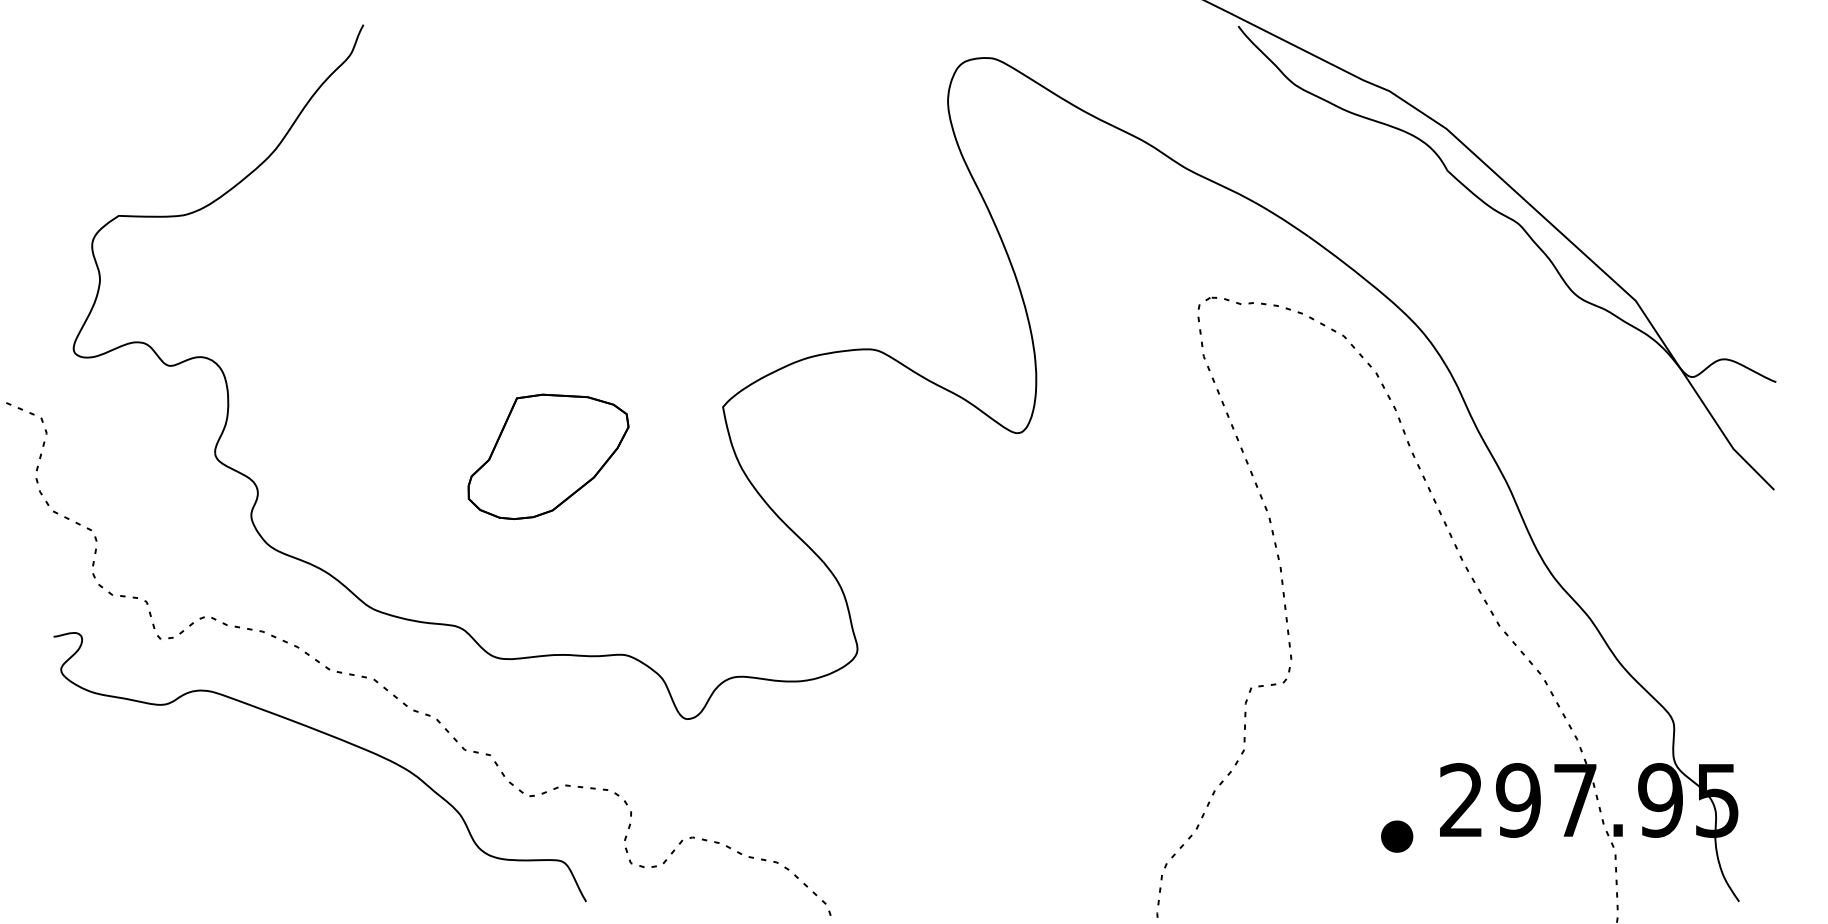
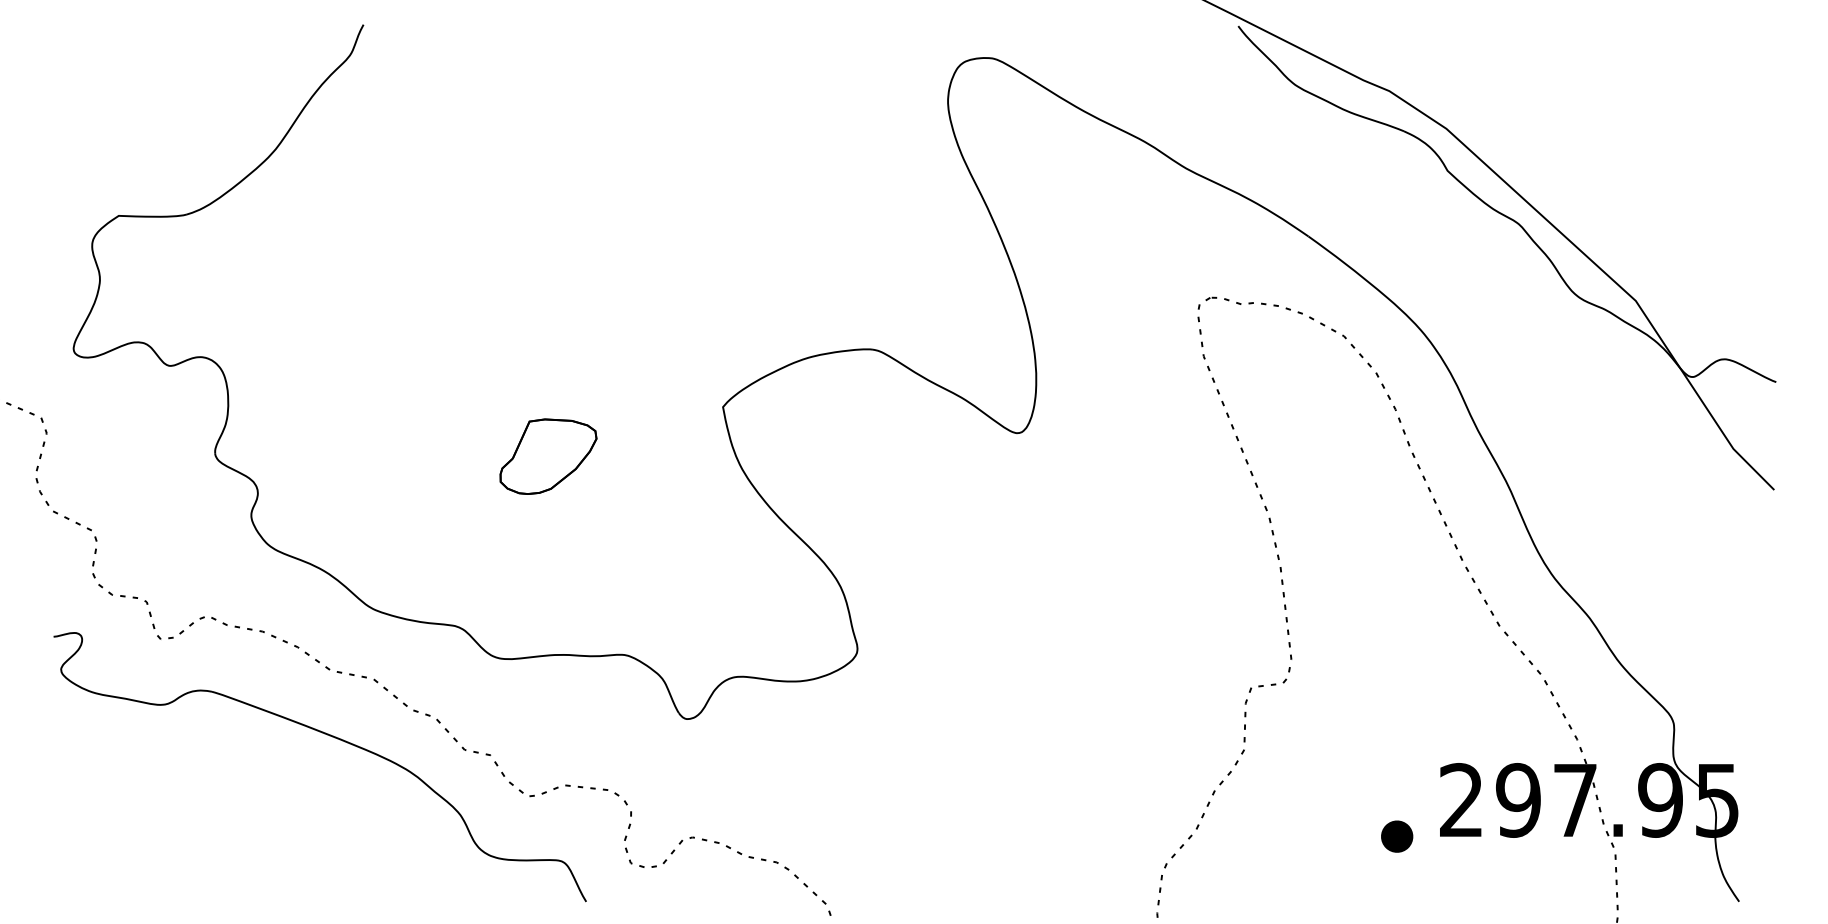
part at (548, 456) size: 163x127 px -> 99x77 px
